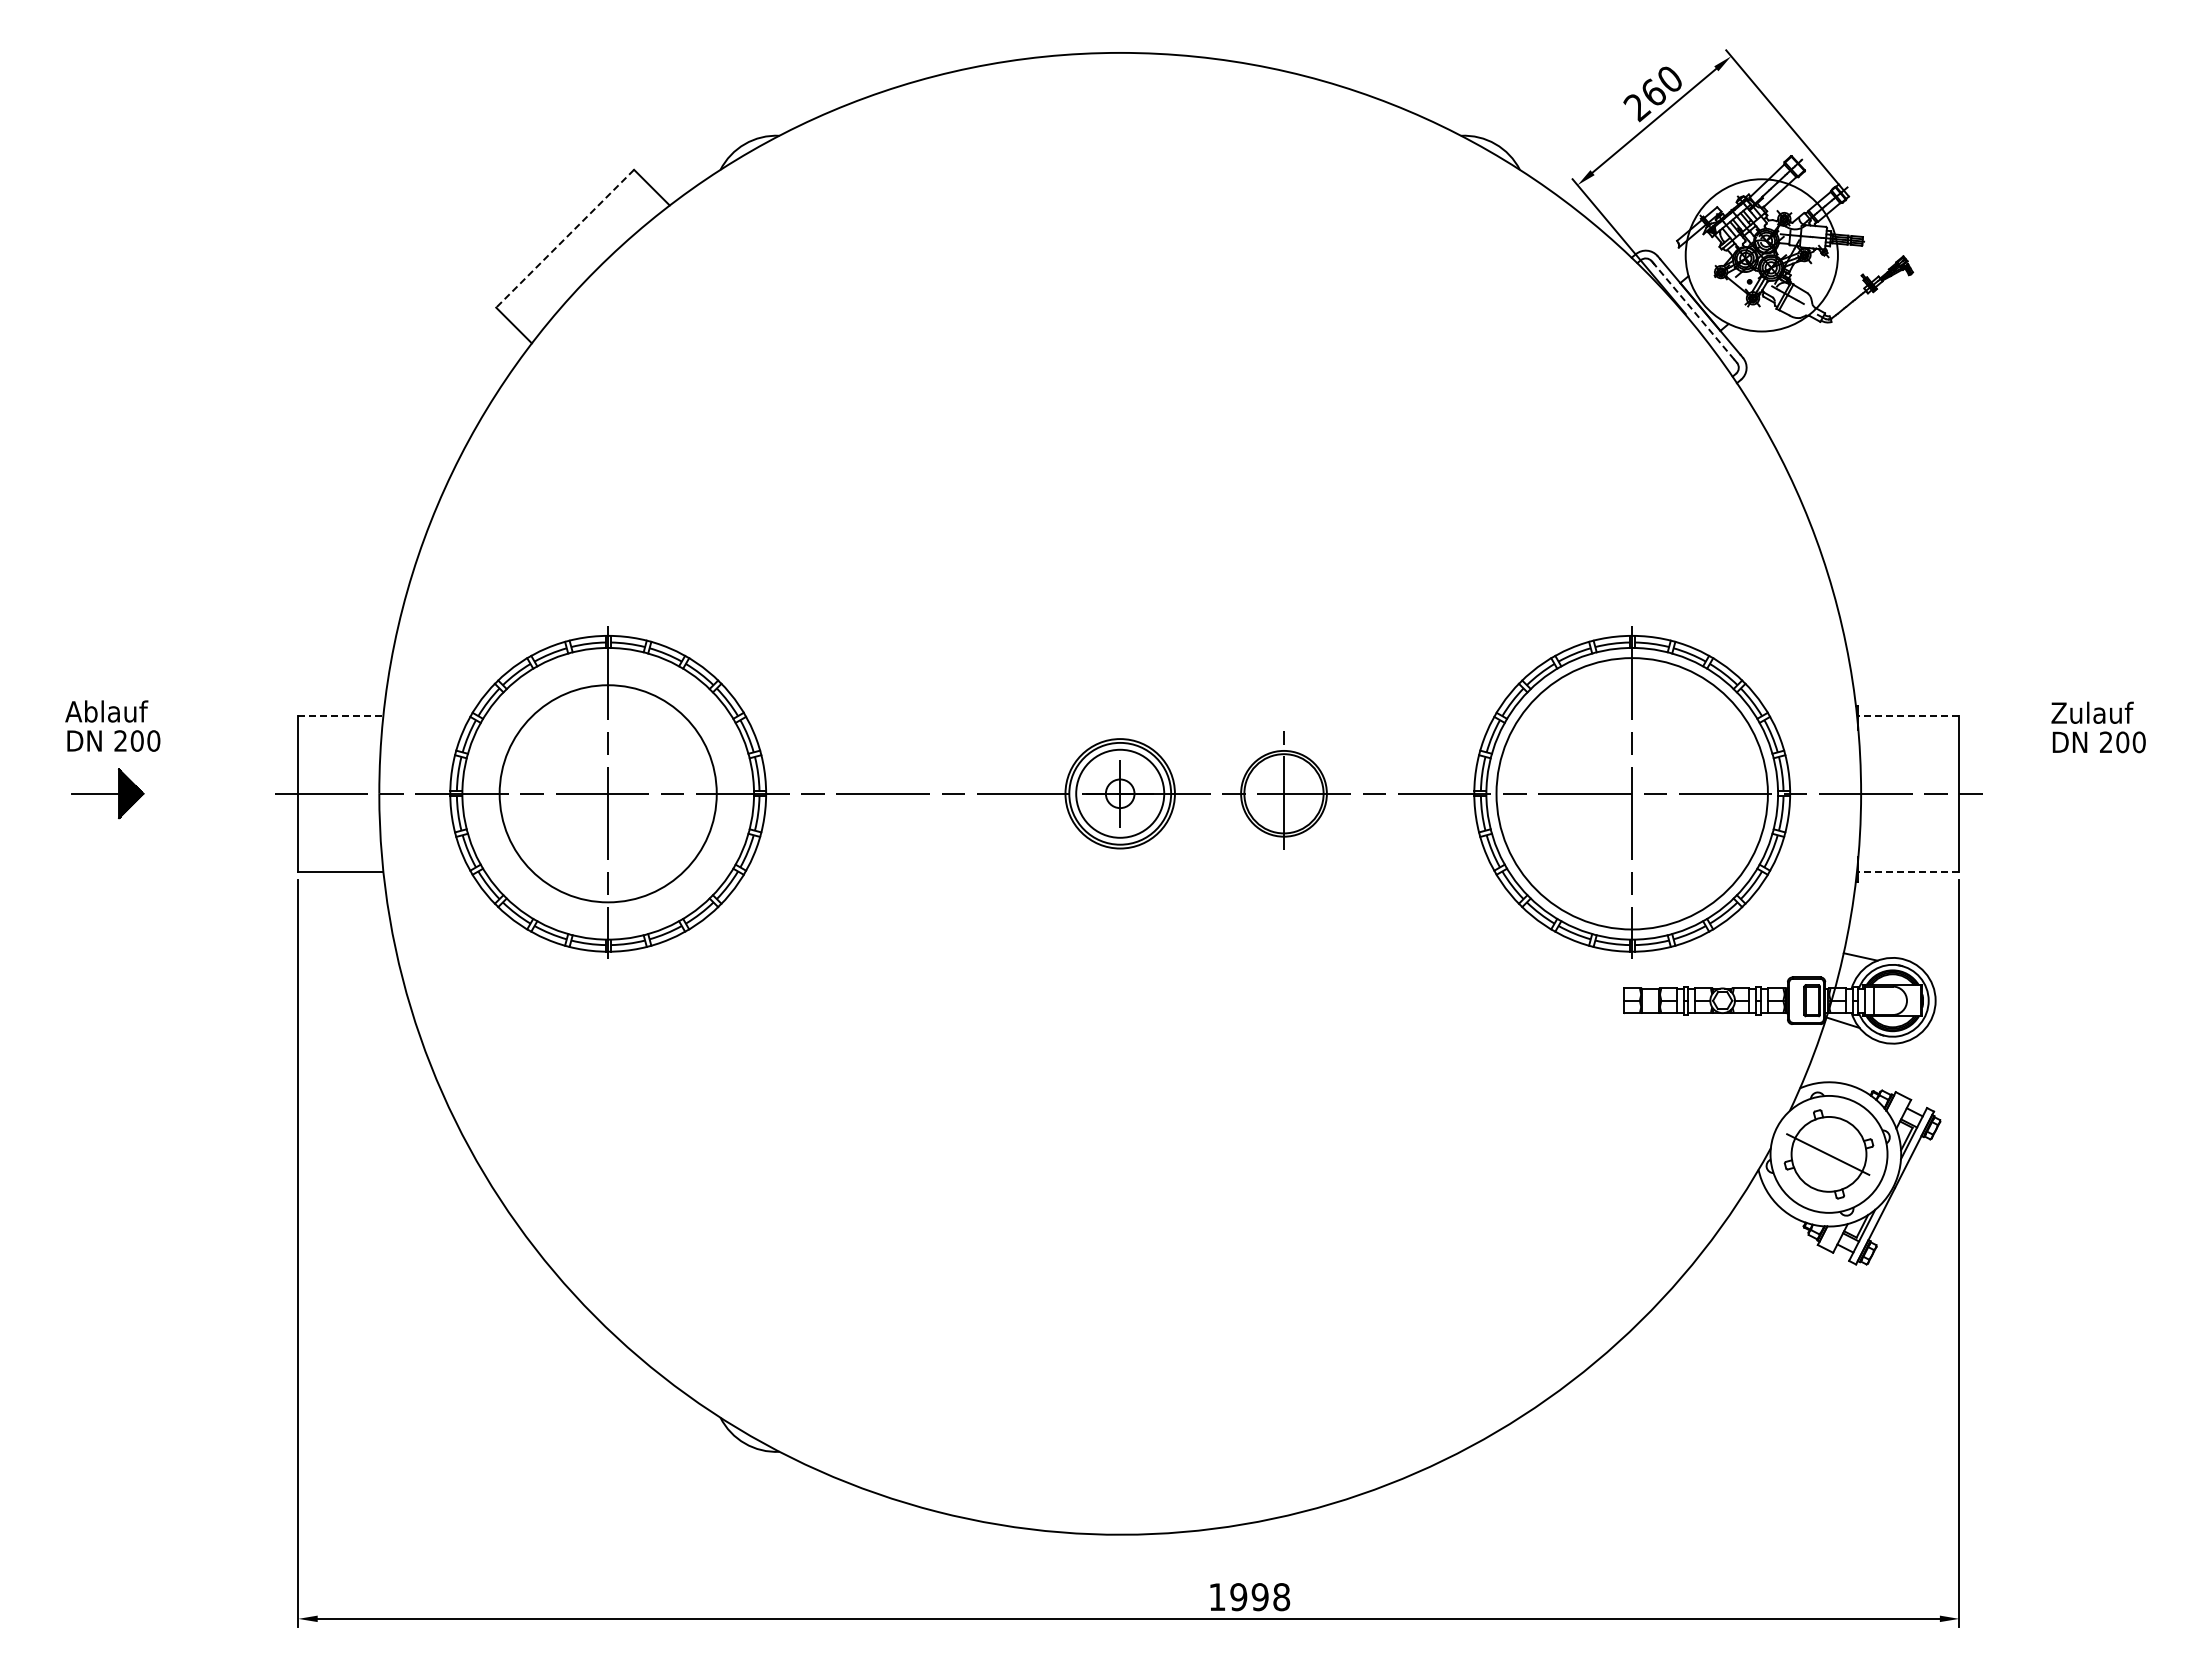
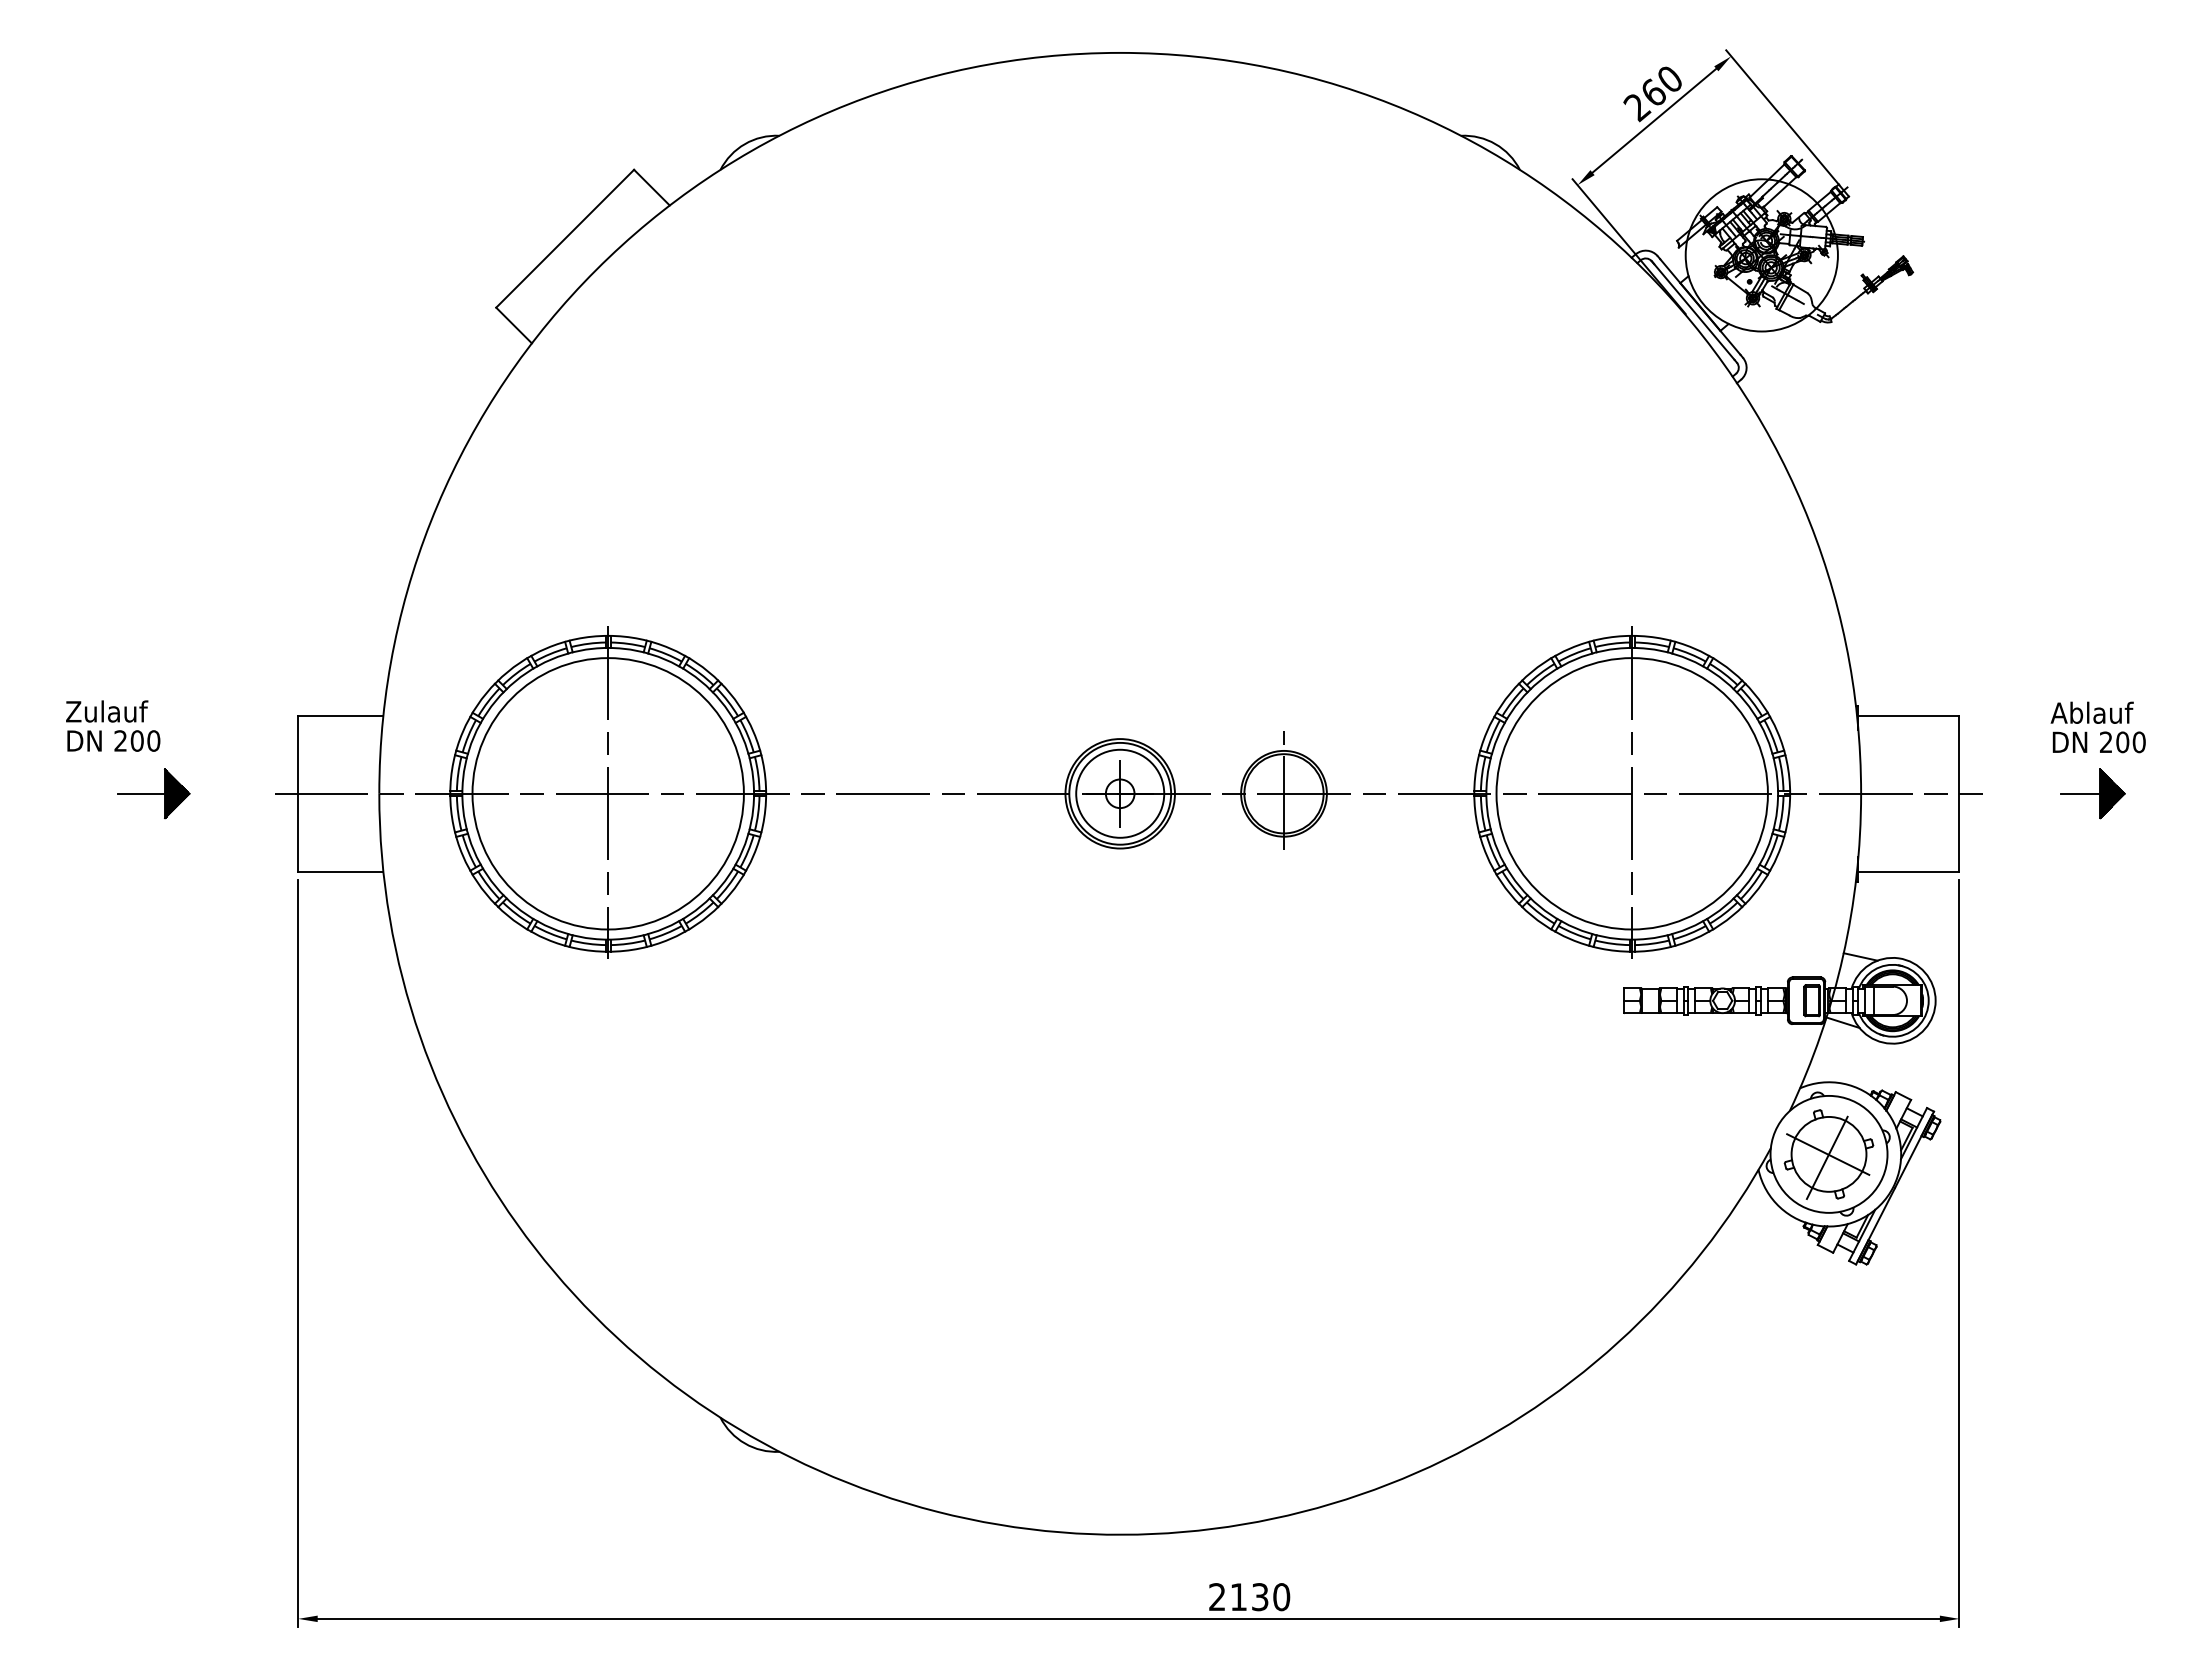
line at (564, 239): dashed -> solid
line at (1692, 310): dashed -> solid
text at (81, 711): Ablauf -> Zulauf
text at (2066, 712): Zulauf -> Ablauf
line at (340, 715): dashed -> solid
line at (1908, 715): dashed -> solid
part at (107, 793) position: (107, 793) -> (153, 793)
circle at (607, 793) diameter: 217 px -> 271 px
part at (2092, 793): none -> present
line at (1908, 871): dashed -> solid
line at (1828, 1153): none -> present
text at (1249, 1597): 1998 -> 2130
